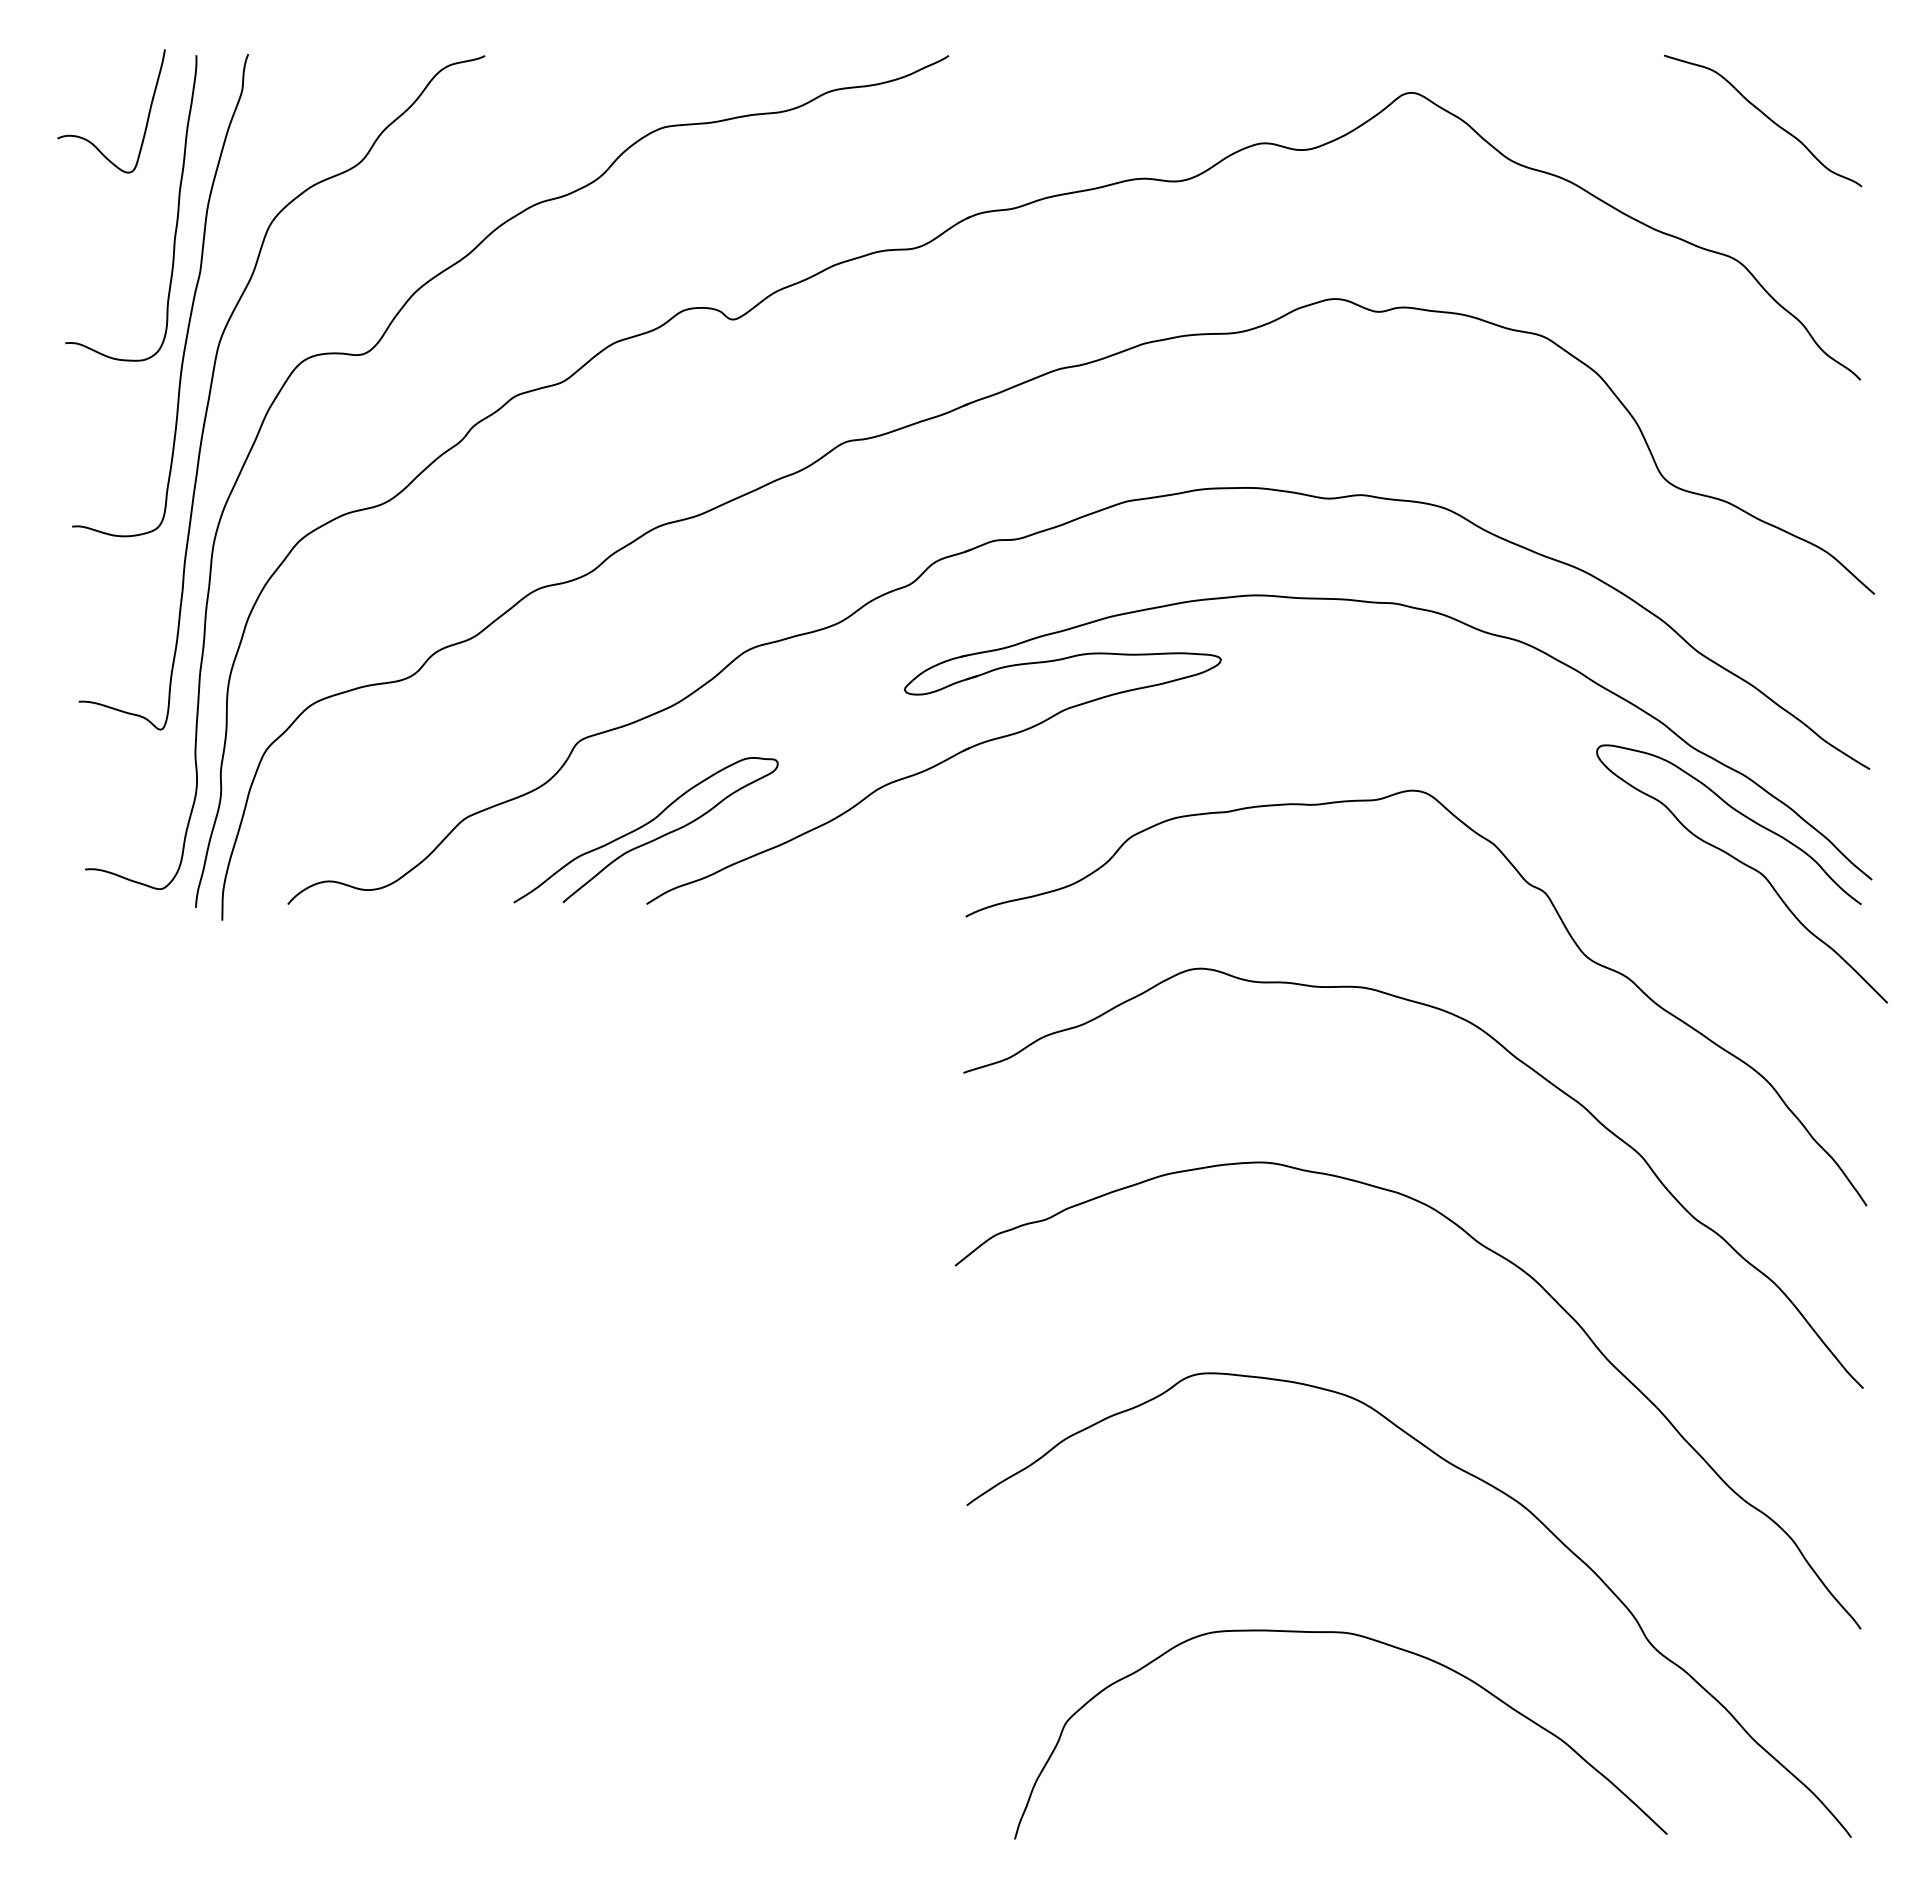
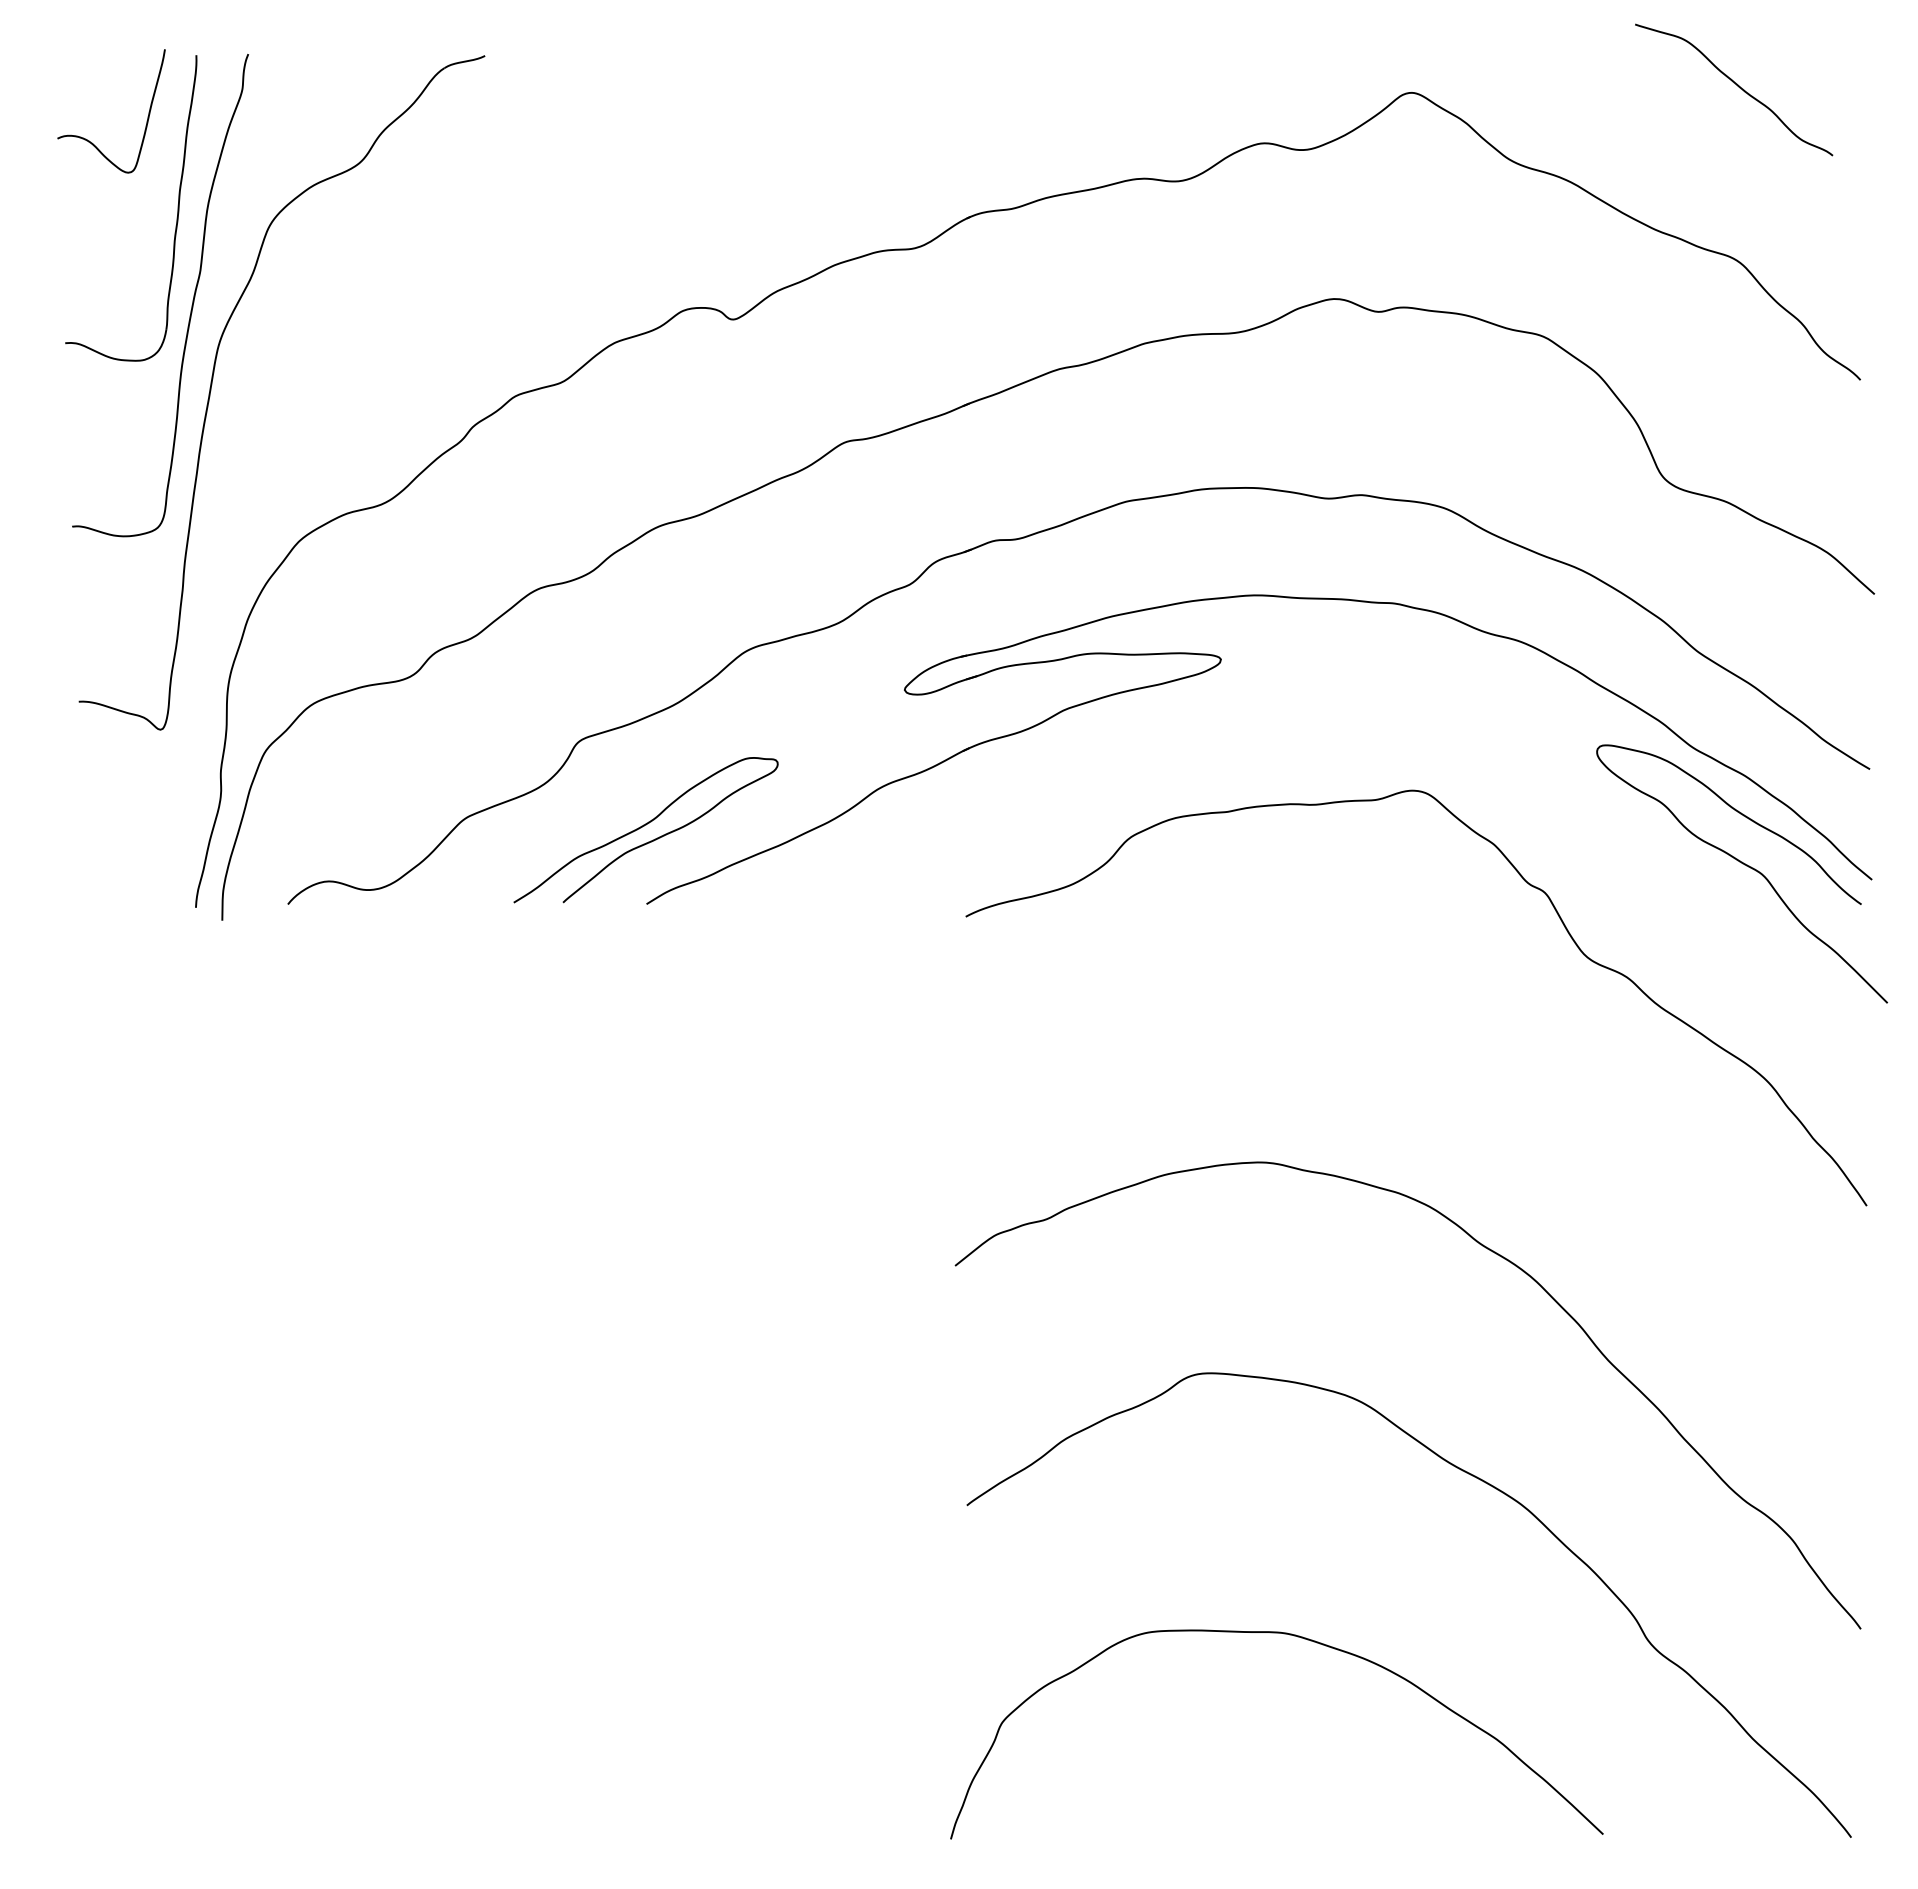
curve at (1766, 117) position: (1766, 117) -> (1737, 86)
curve at (375, 347): present -> none
curve at (1512, 1056): present -> none
curve at (1371, 1640) position: (1371, 1640) -> (1307, 1640)
